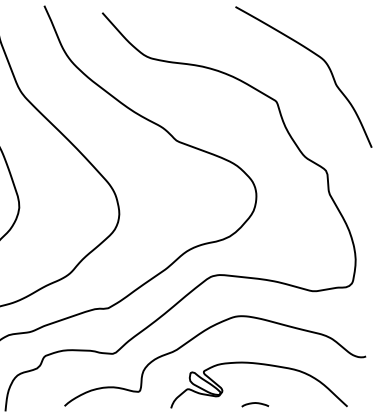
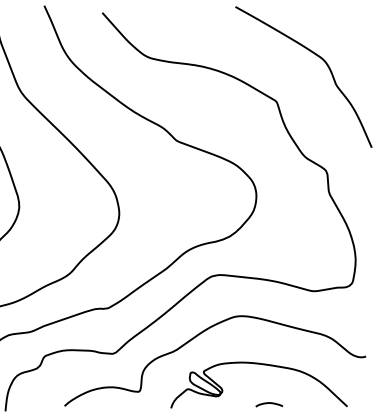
curve at (255, 403) position: (255, 403) -> (269, 403)
